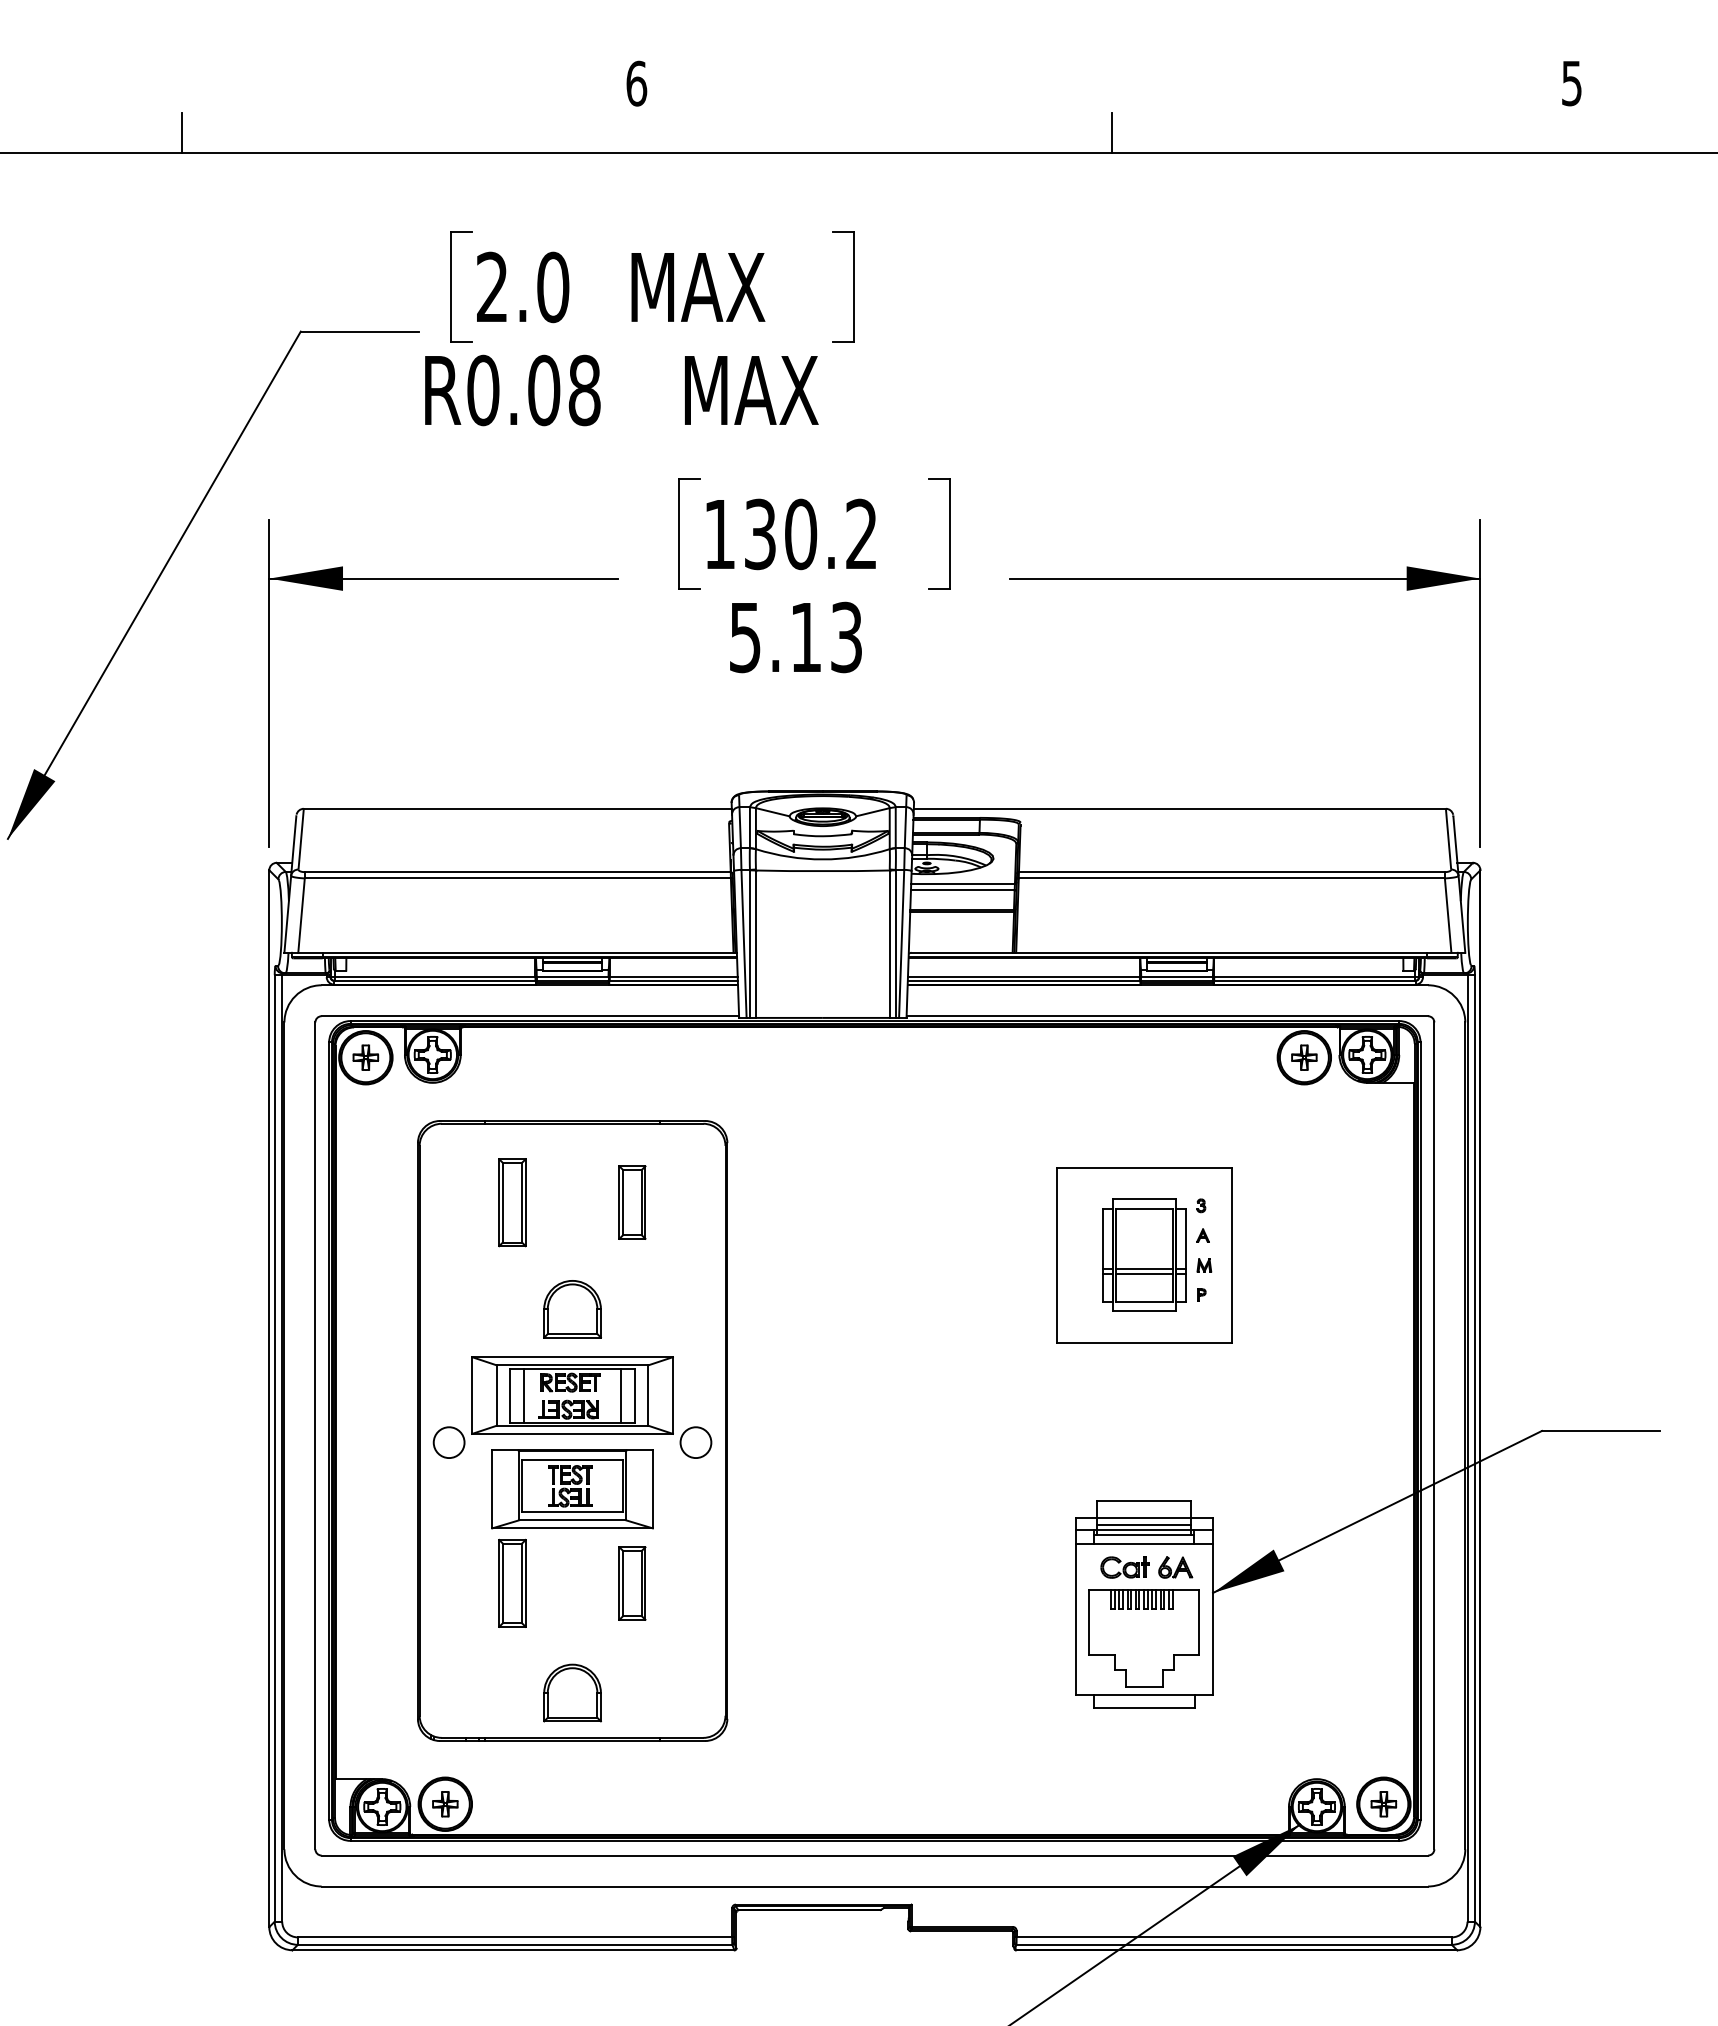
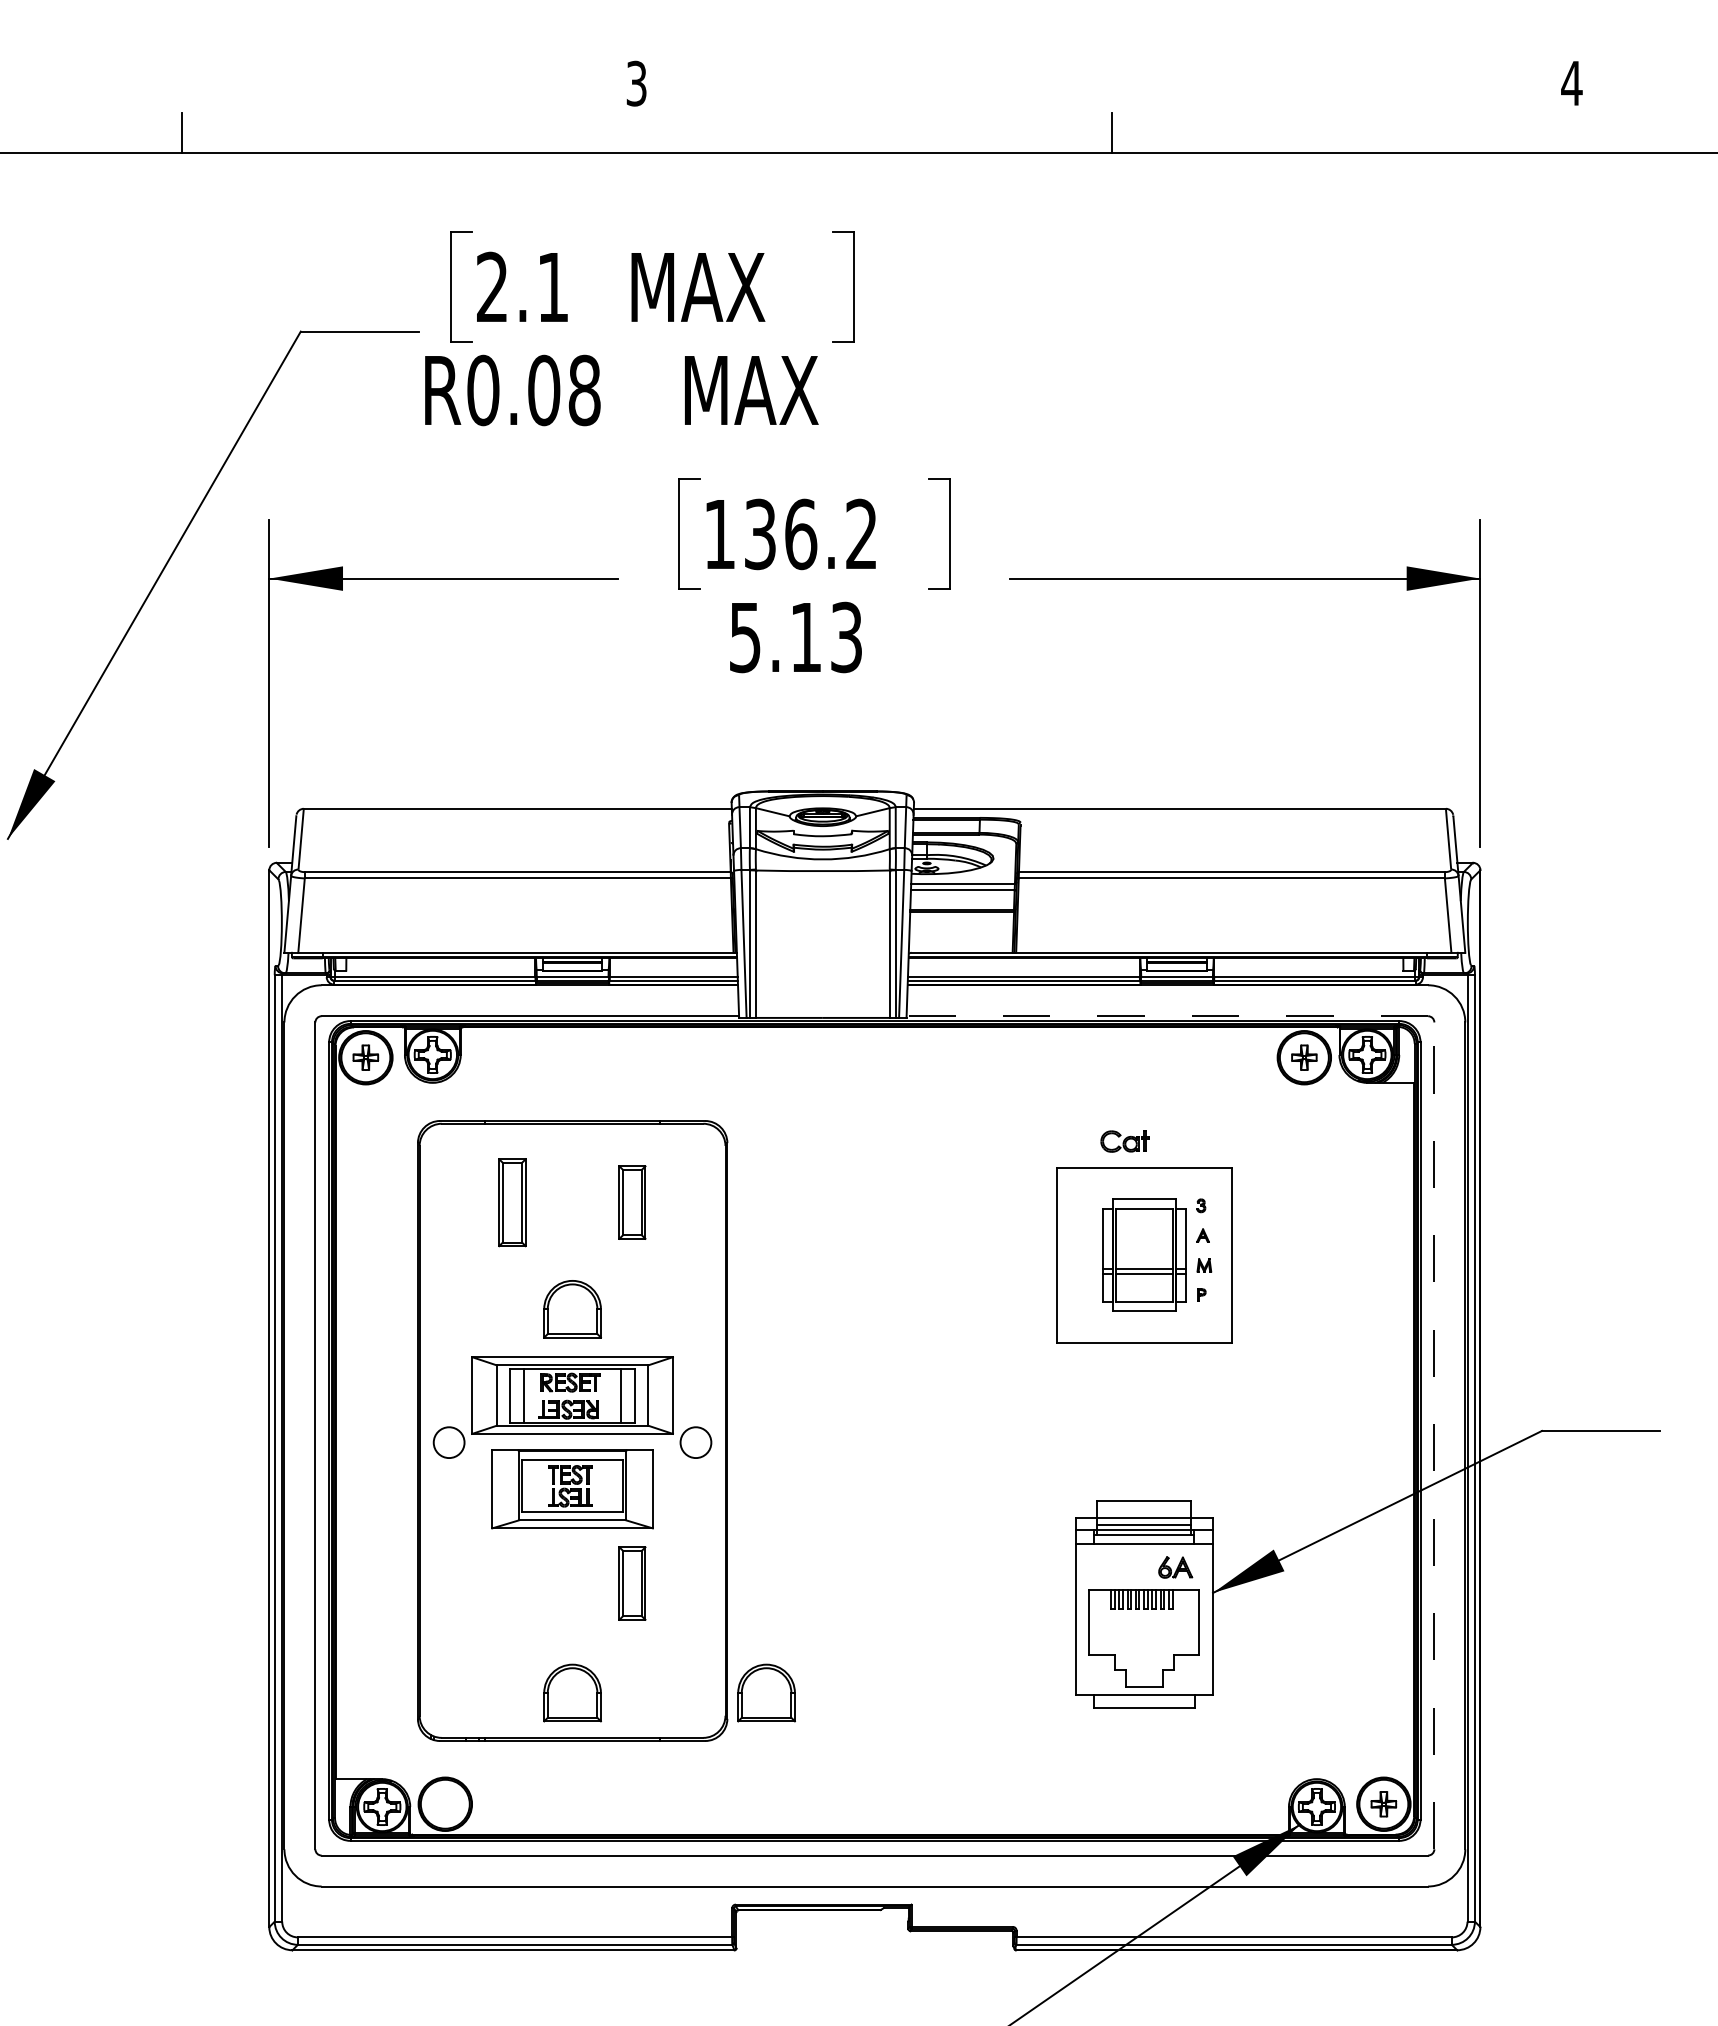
text at (636, 83): 6 -> 3
text at (1571, 83): 5 -> 4
text at (553, 287): 2.0 -> 2.1
text at (801, 533): 130.2 -> 136.2
line at (1167, 1016): solid -> dashed
line at (1434, 1435): solid -> dashed
part at (1124, 1567) position: (1124, 1567) -> (1124, 1141)
part at (512, 1582): present -> none
part at (766, 1692): none -> present
part at (445, 1804): present -> none
